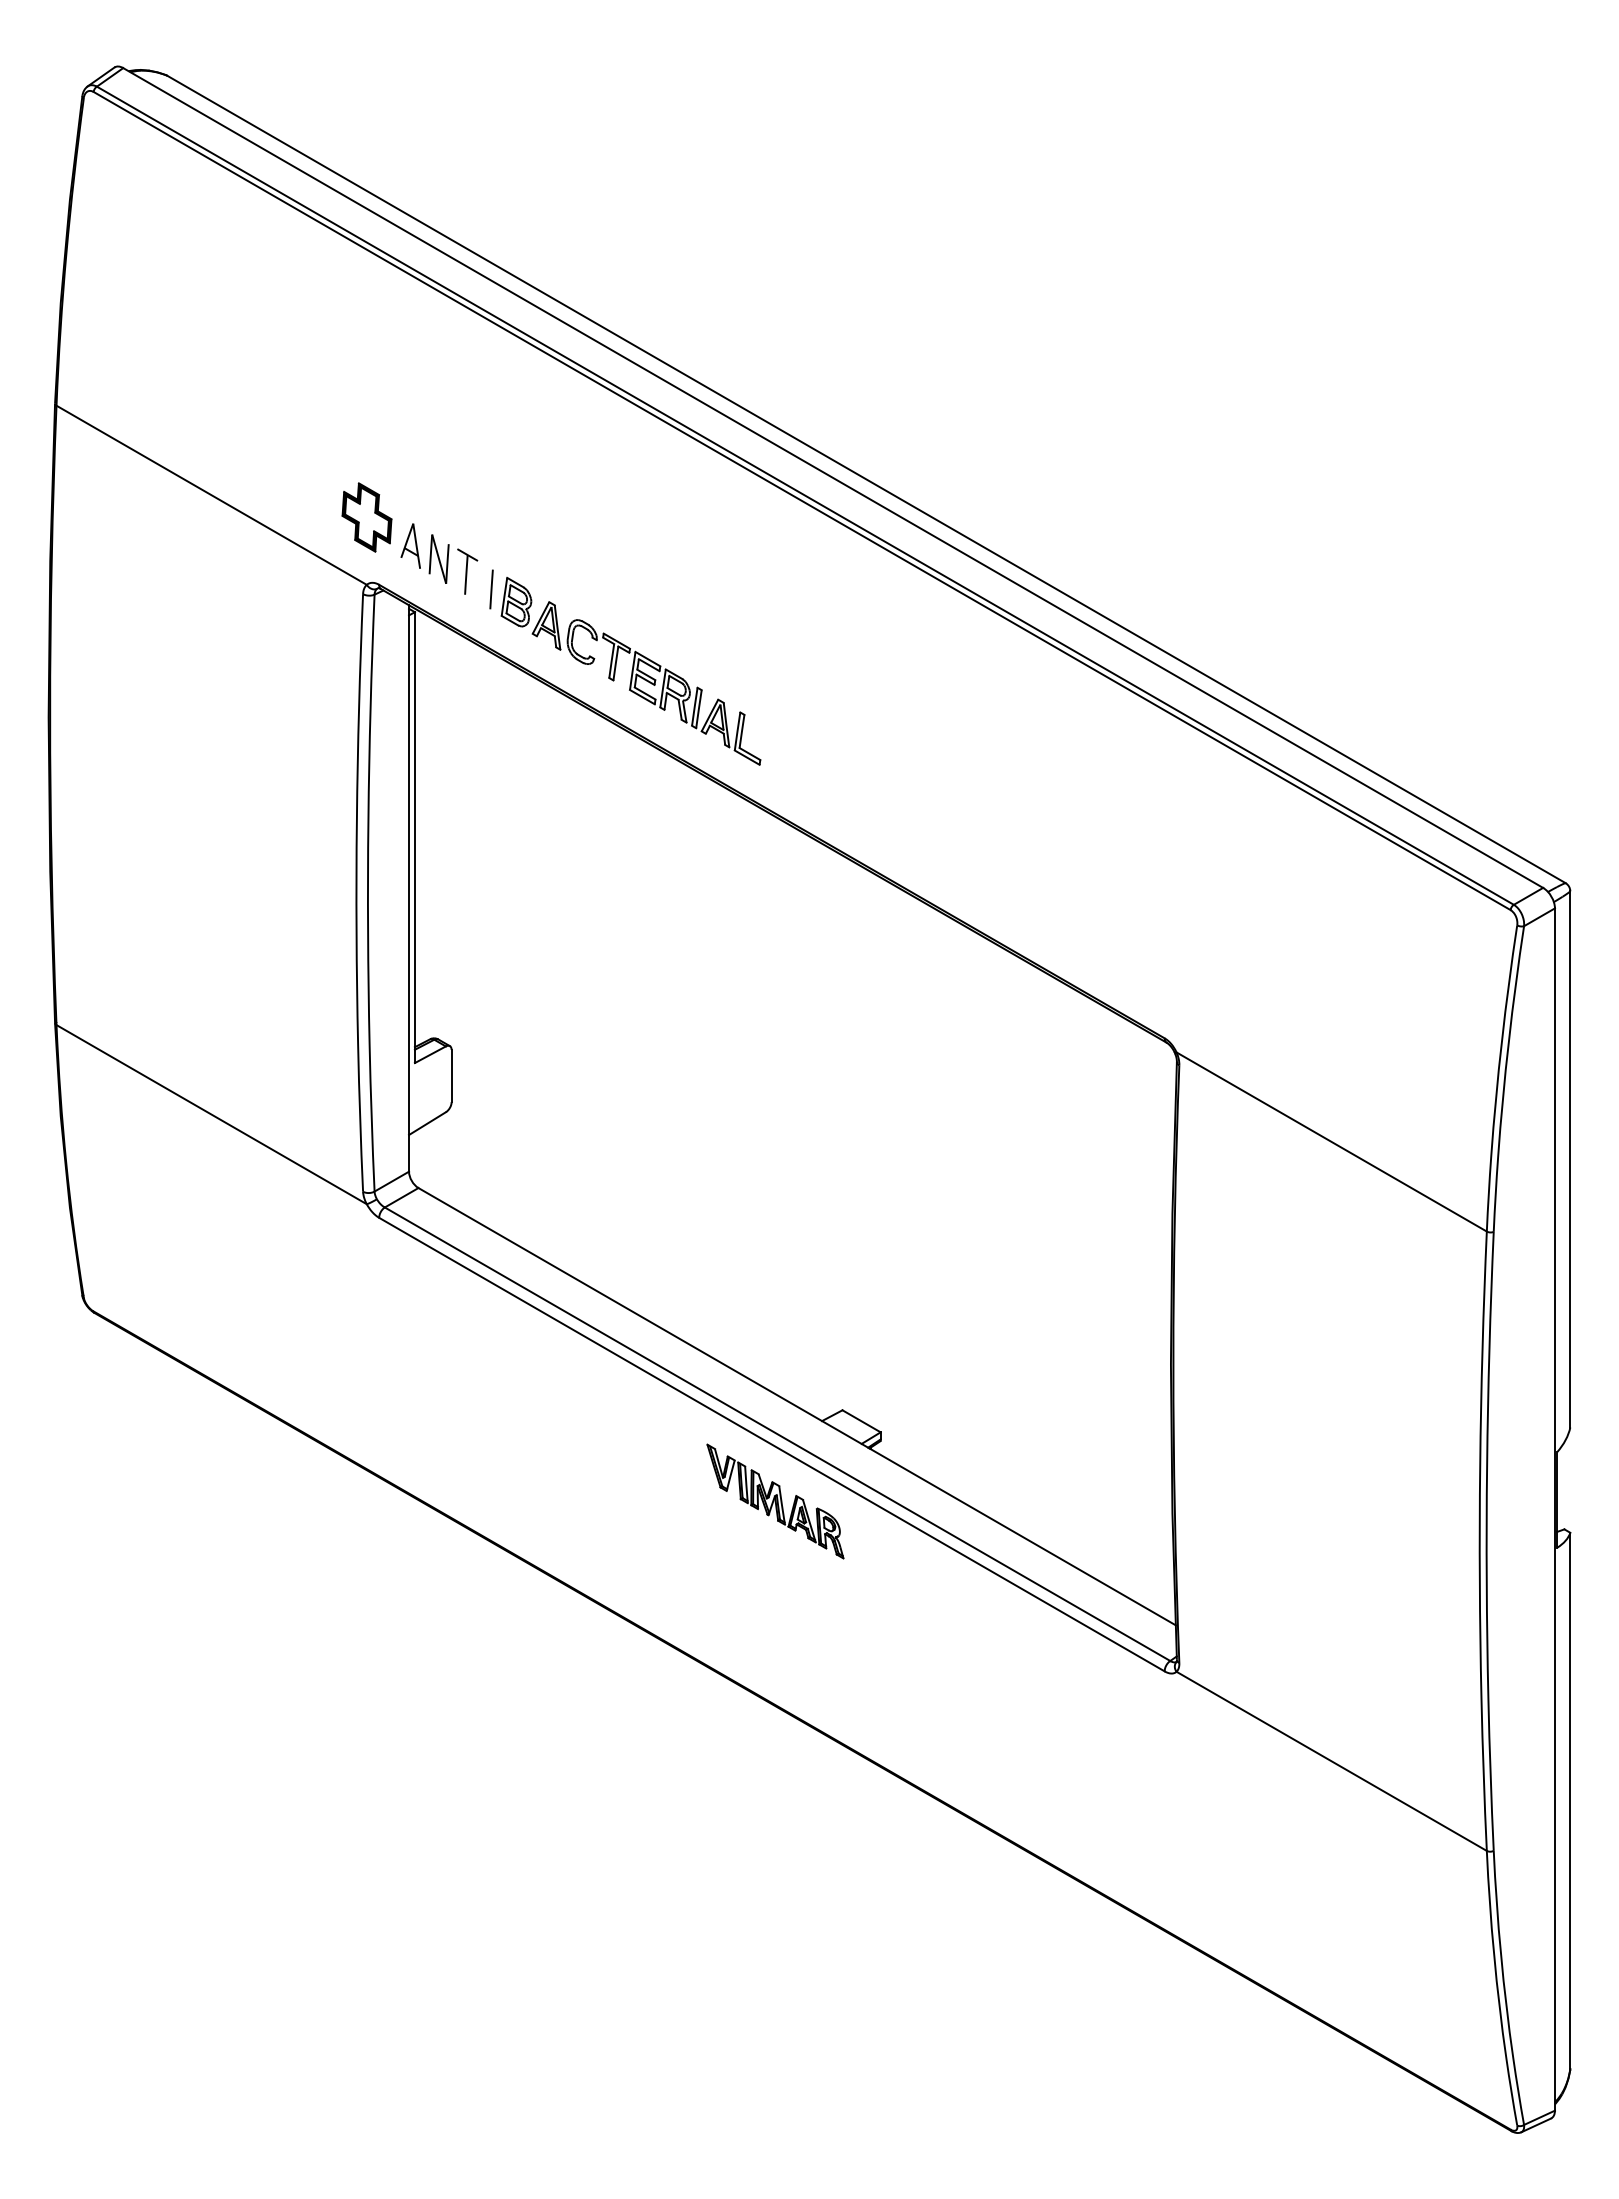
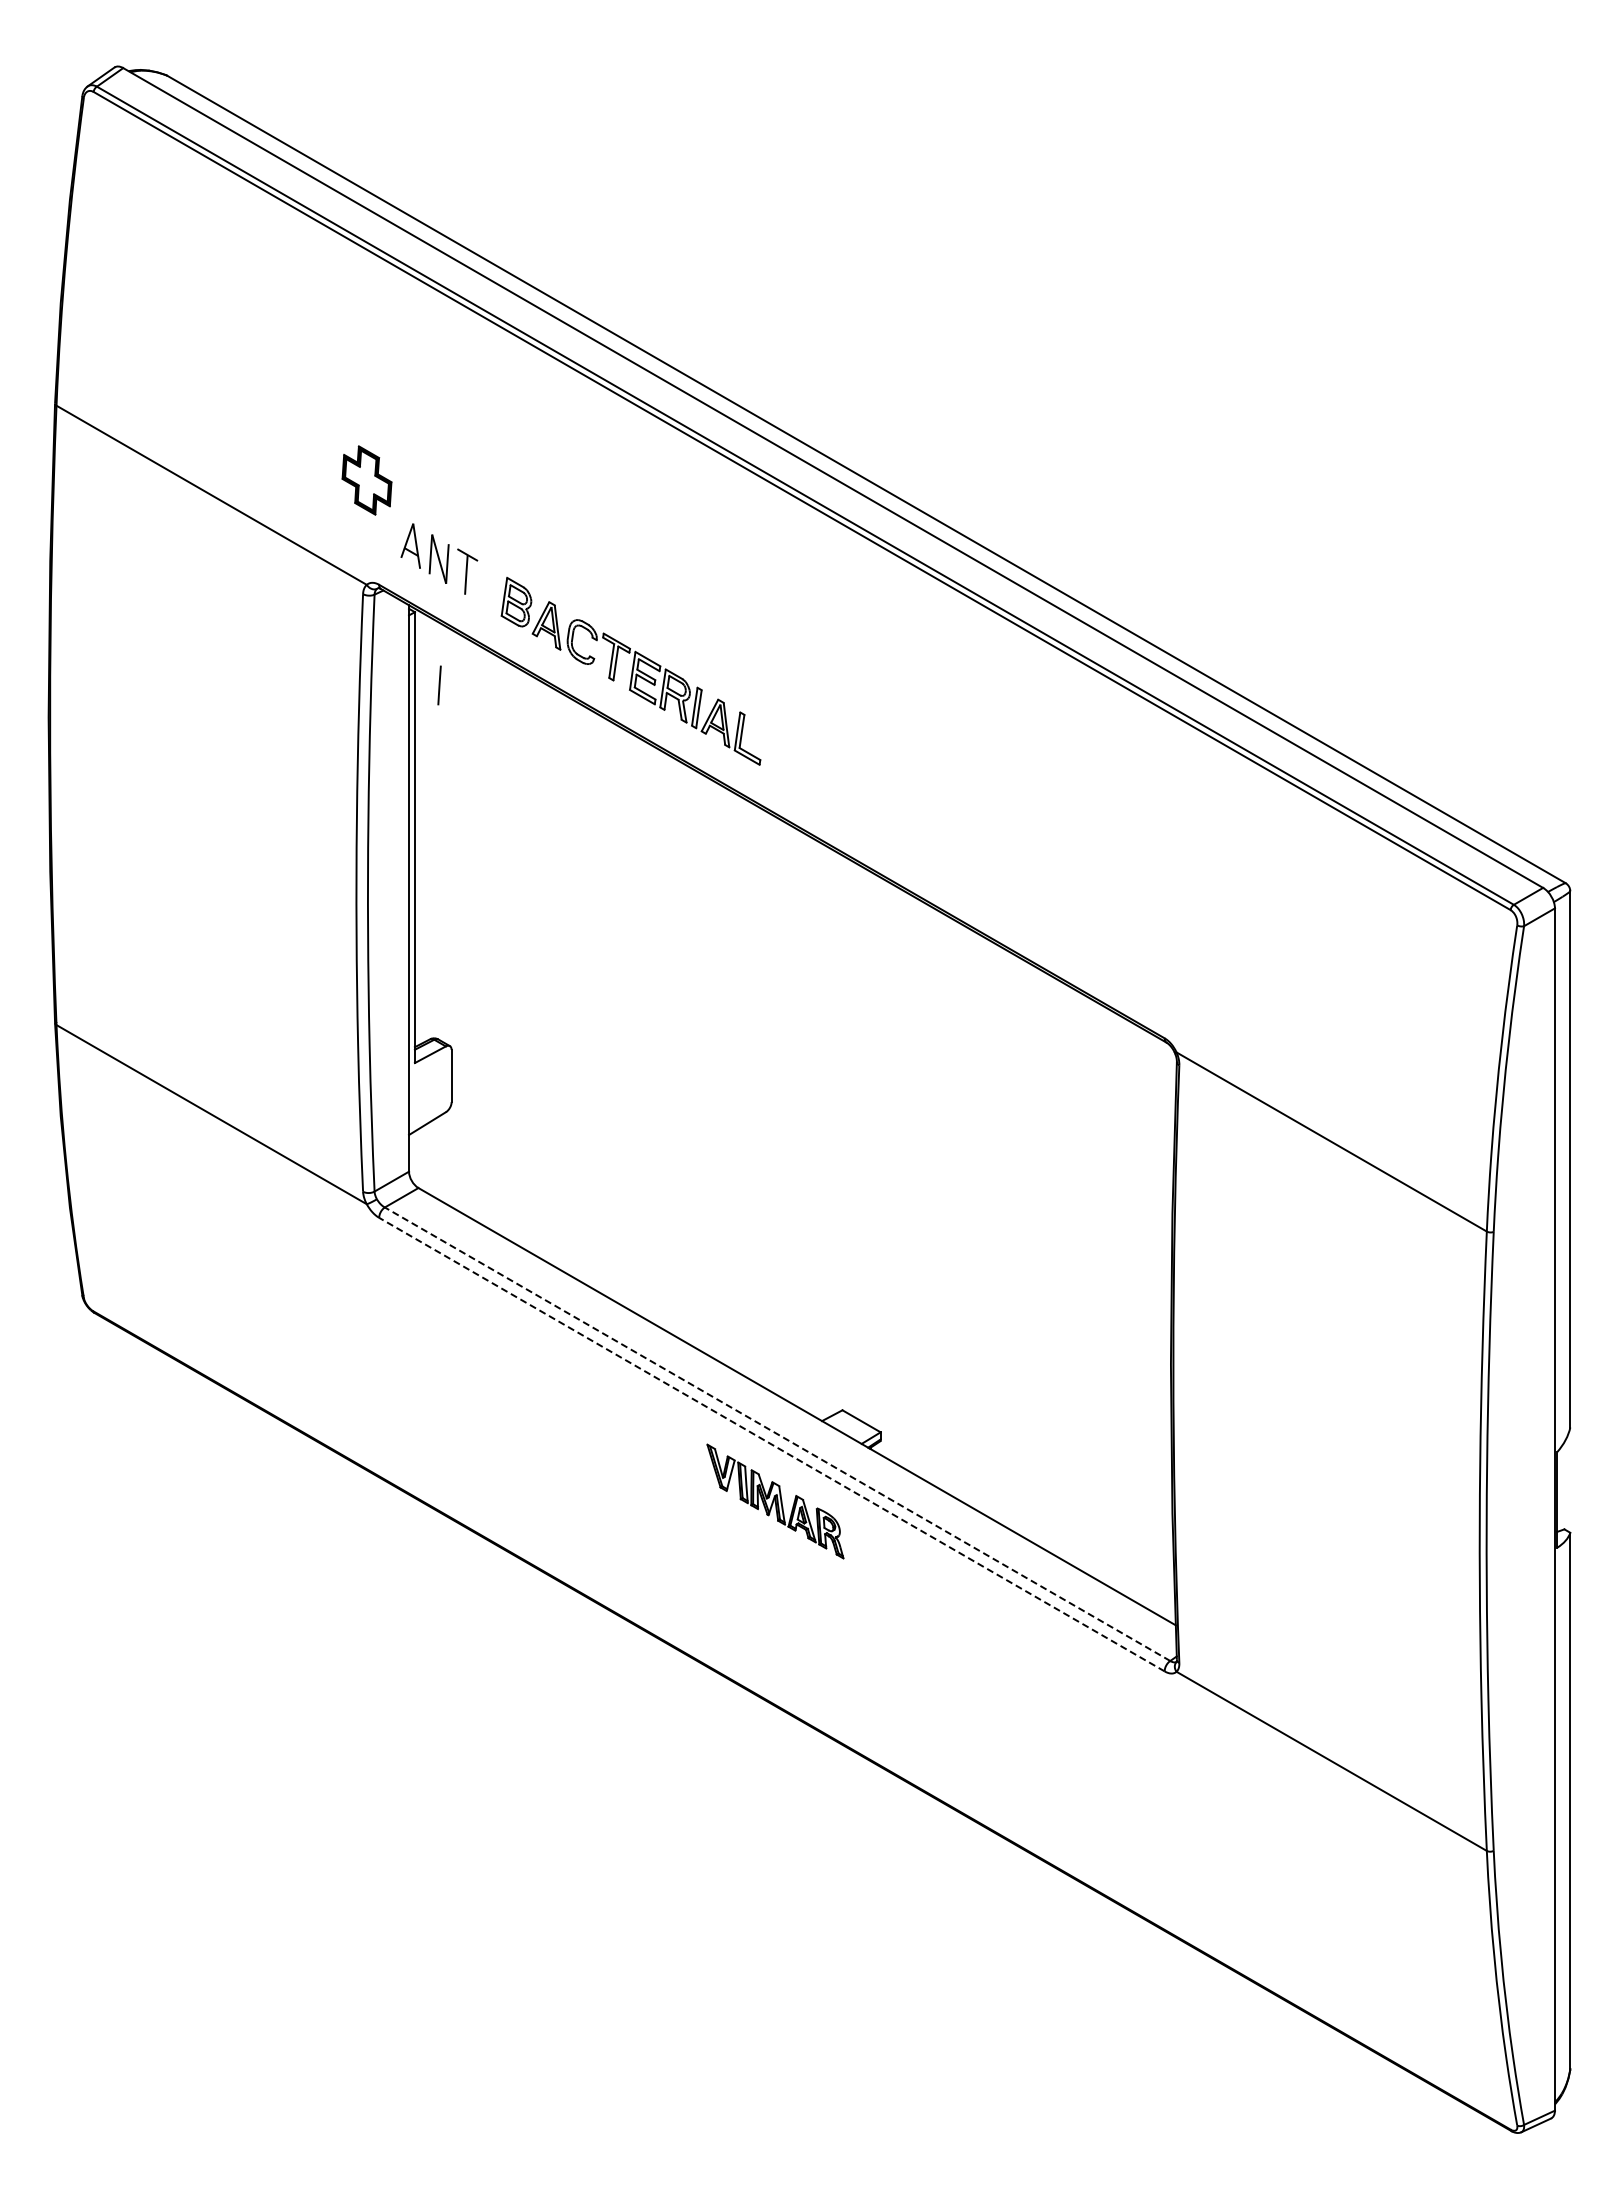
part at (366, 517) position: (366, 517) -> (366, 480)
line at (491, 589) position: (491, 589) -> (439, 685)
line at (777, 1433): solid -> dashed
line at (771, 1444): solid -> dashed
